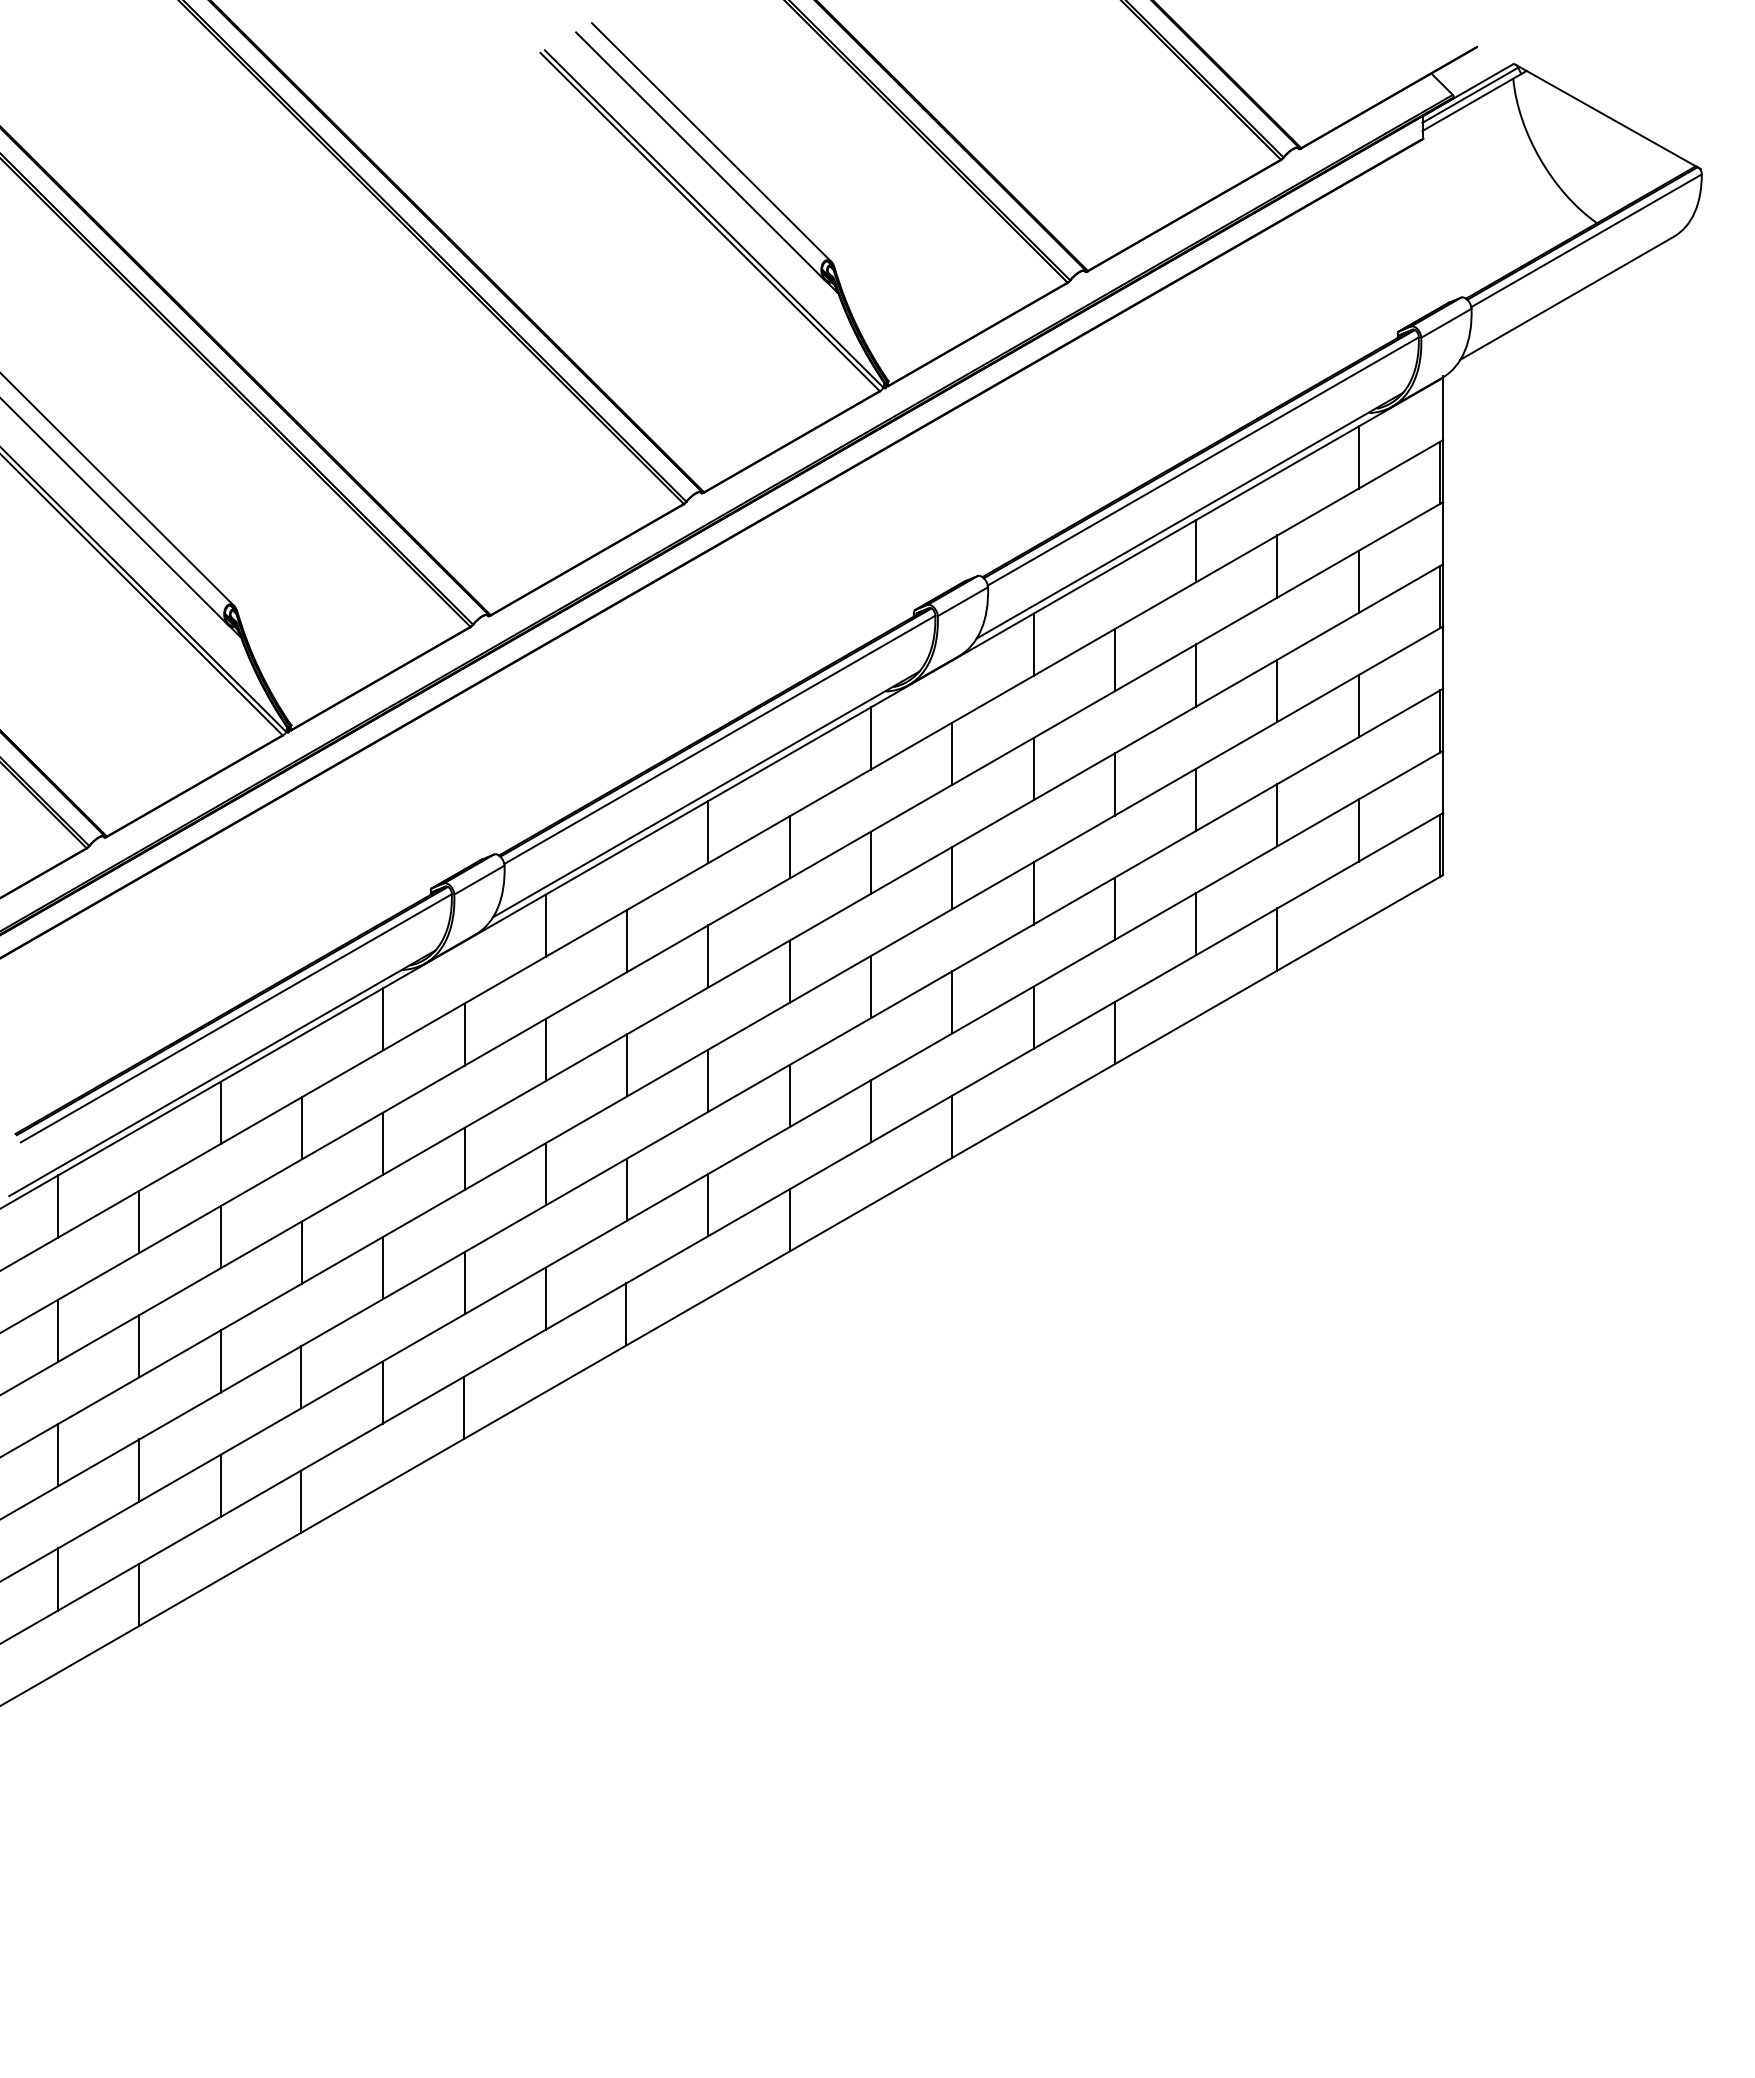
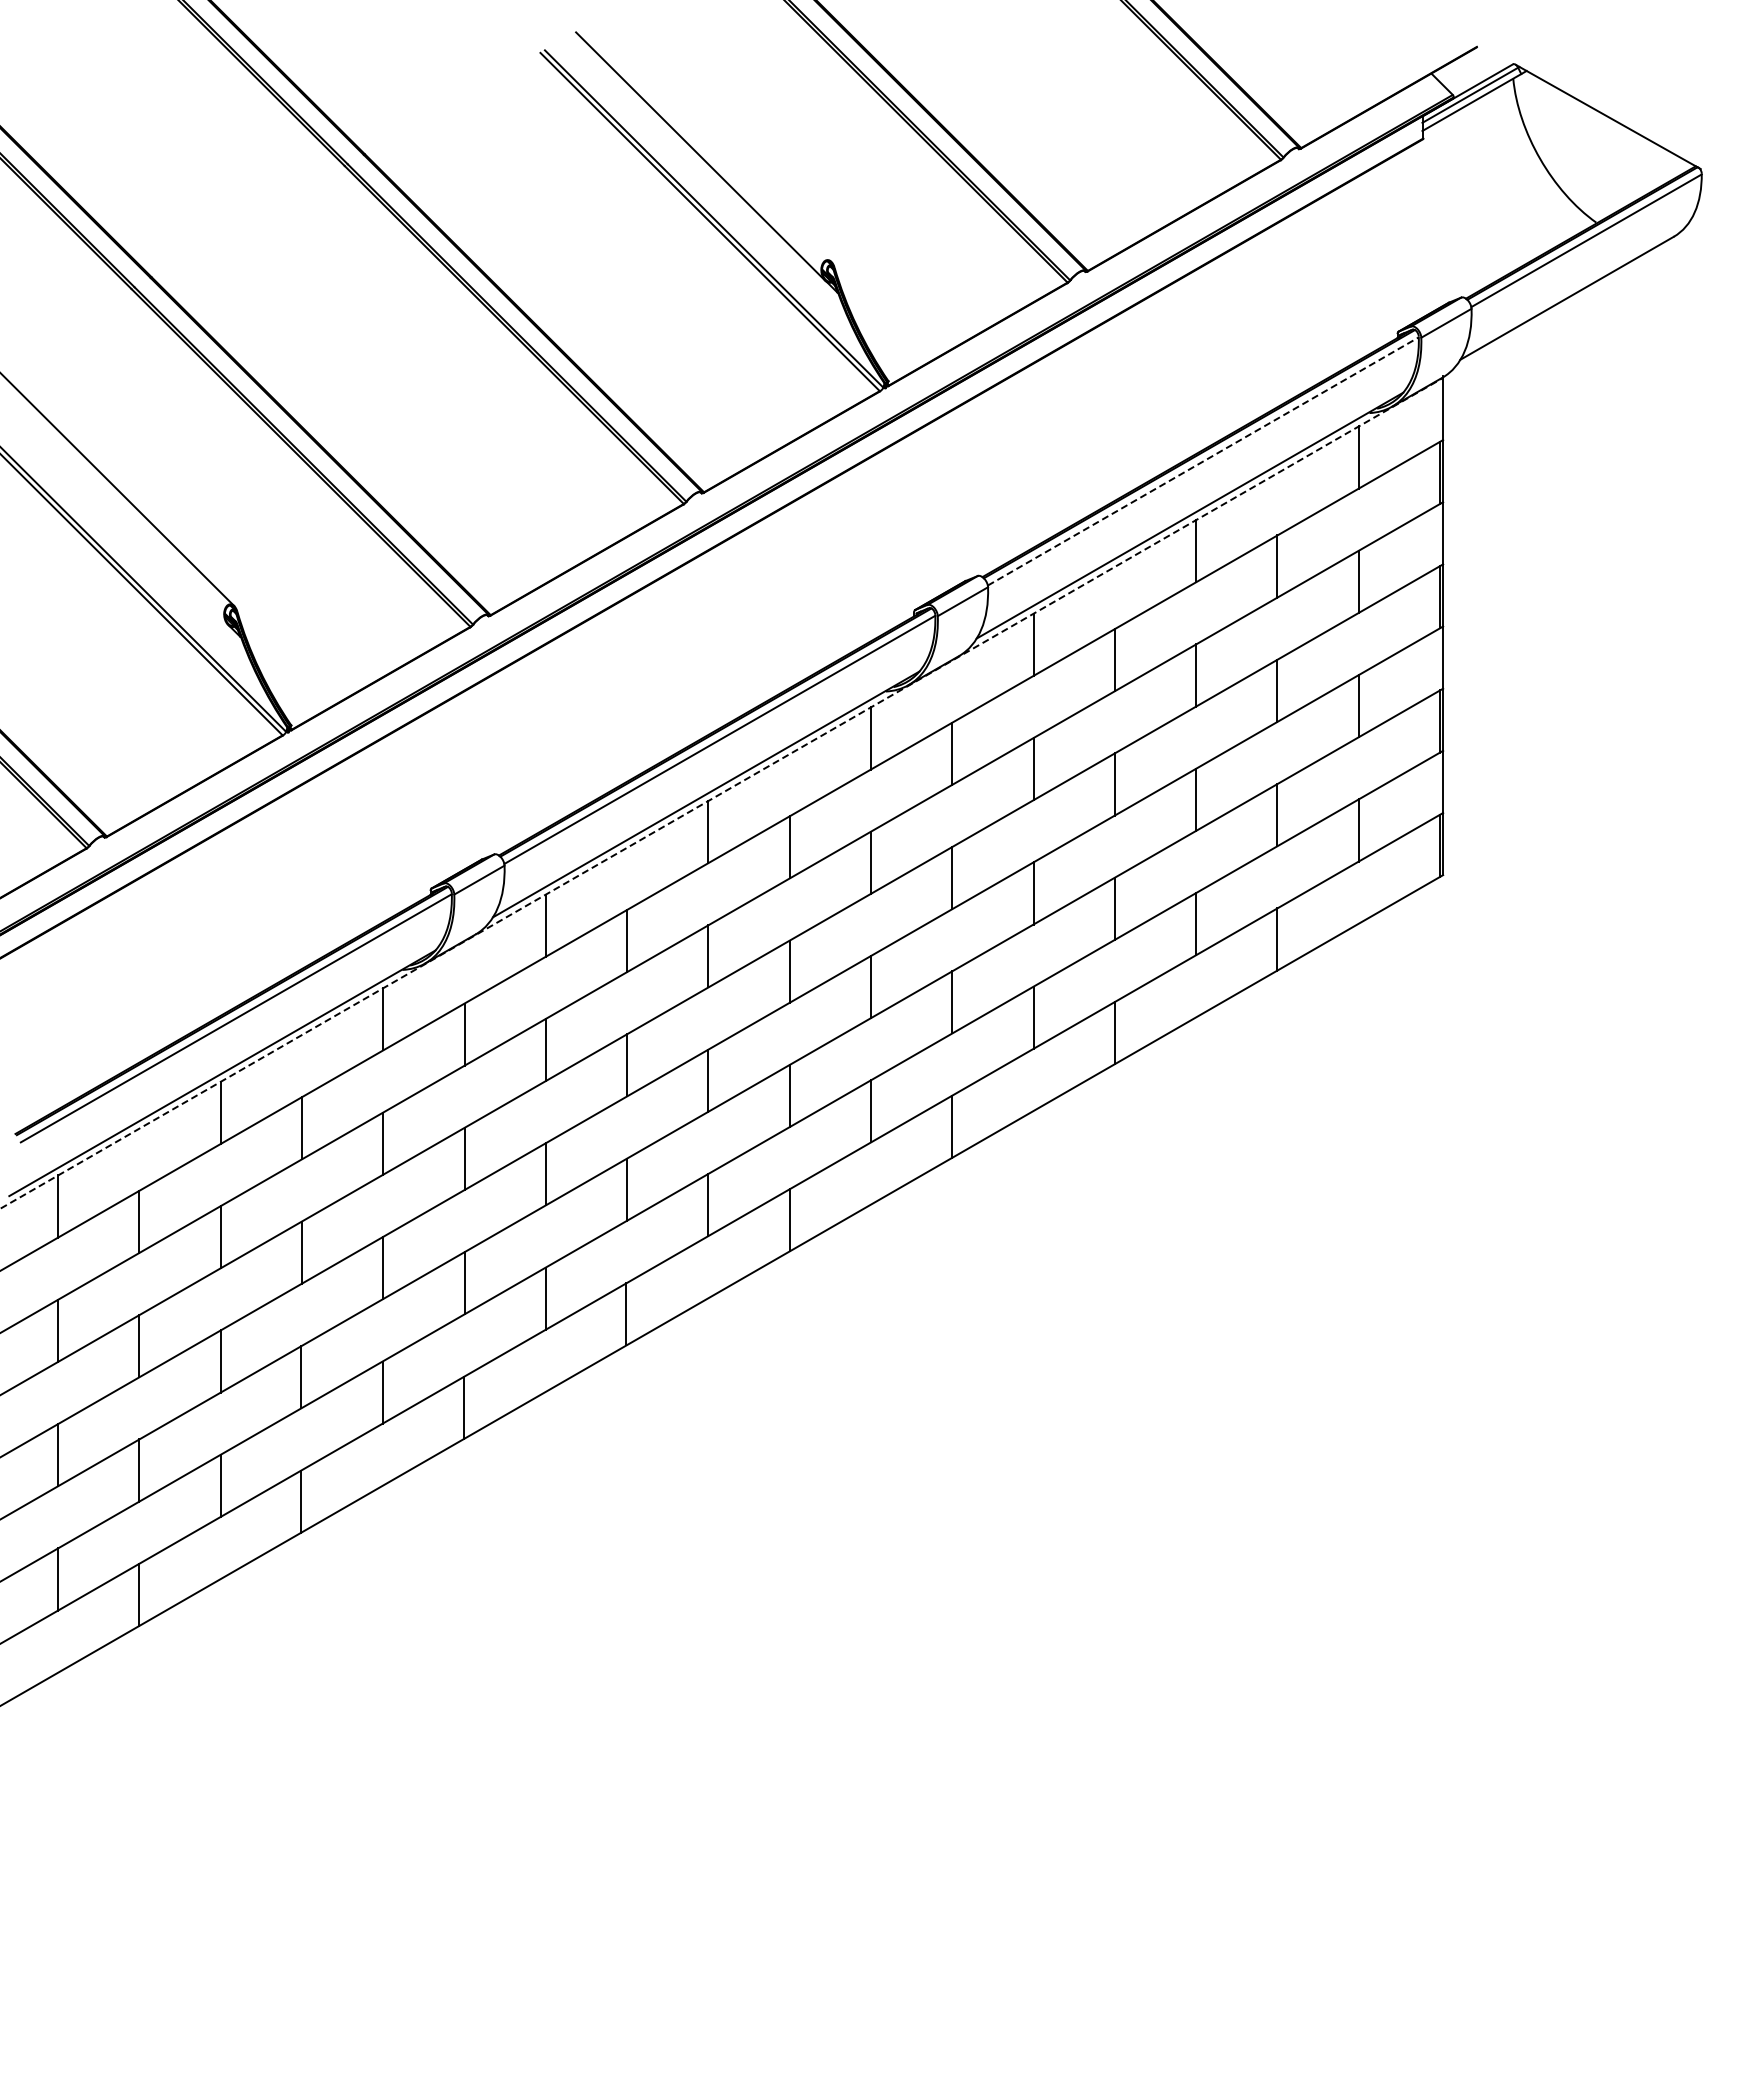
line at (711, 142): present -> none
line at (1203, 461): solid -> dashed
line at (115, 512): present -> none
line at (722, 793): solid -> dashed
